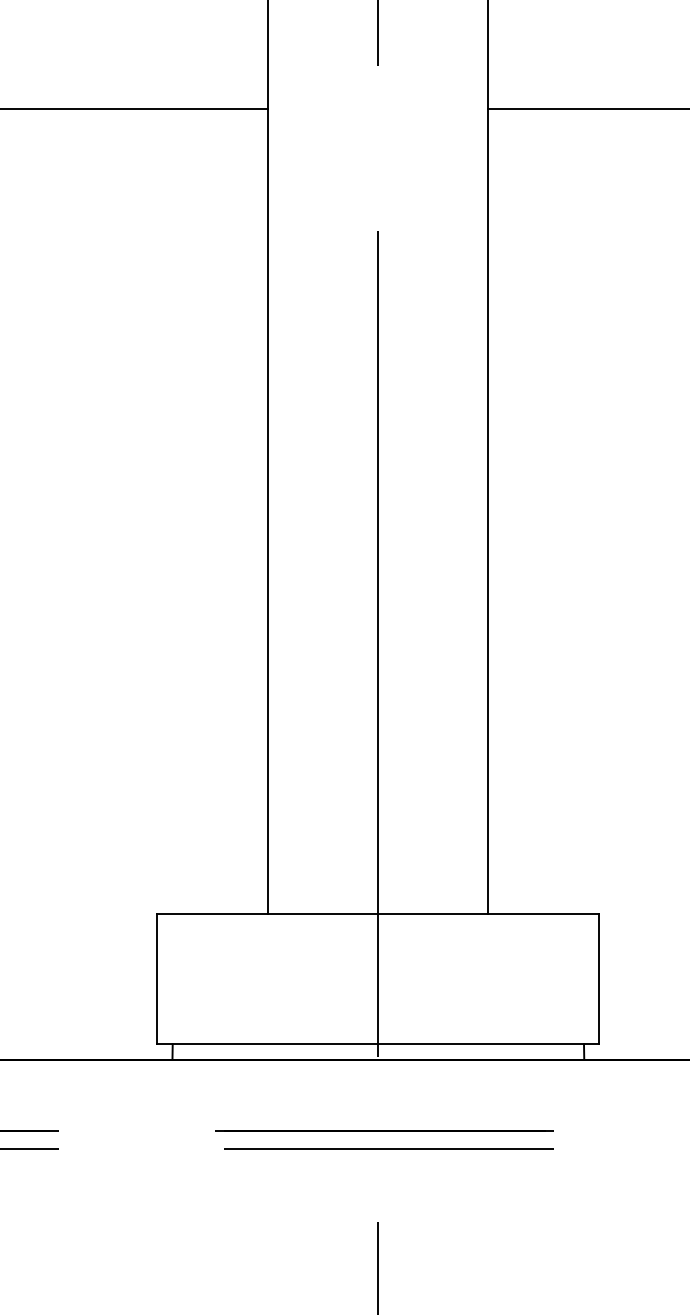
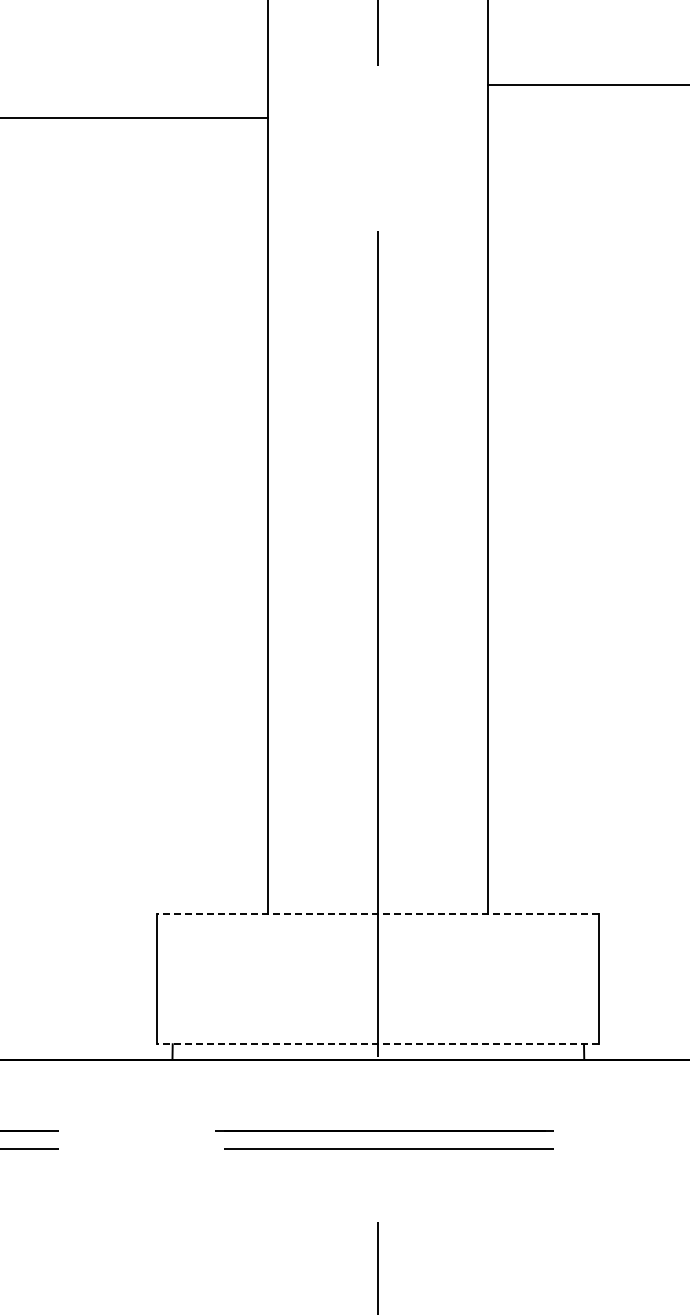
line at (135, 109) position: (135, 109) -> (135, 118)
line at (587, 109) position: (587, 109) -> (587, 85)
line at (377, 914): solid -> dashed
line at (377, 1044): solid -> dashed
